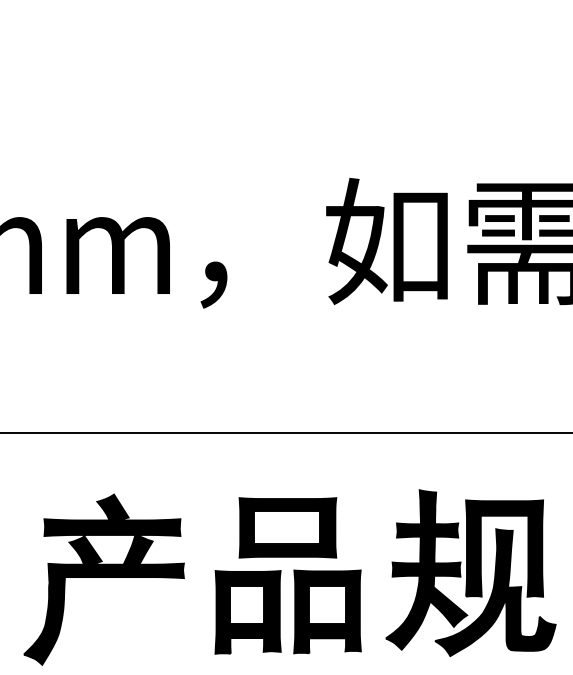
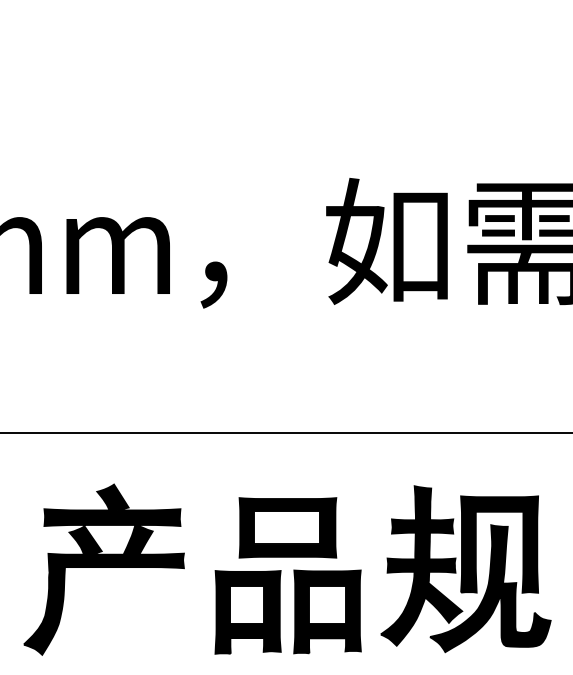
part at (470, 573) position: (470, 573) -> (465, 569)
part at (103, 579) position: (103, 579) -> (103, 569)
